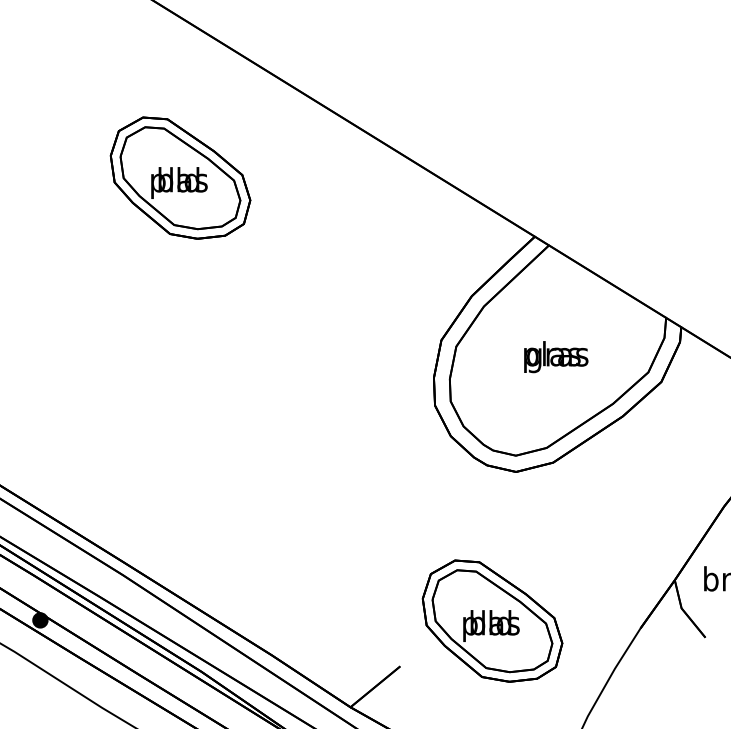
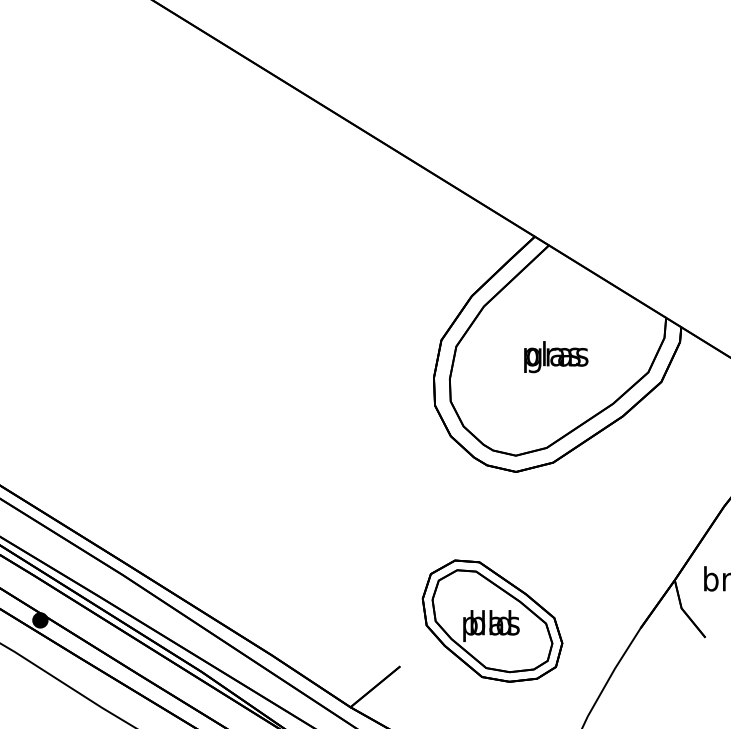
part at (180, 177): present -> none
